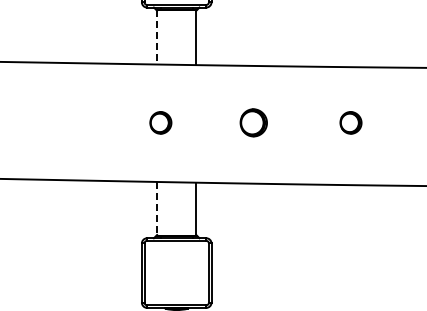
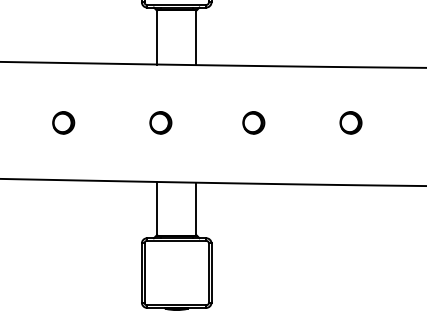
line at (157, 37): dashed -> solid
part at (63, 122): none -> present
part at (253, 122) size: 29x30 px -> 24x24 px
line at (157, 208): dashed -> solid
